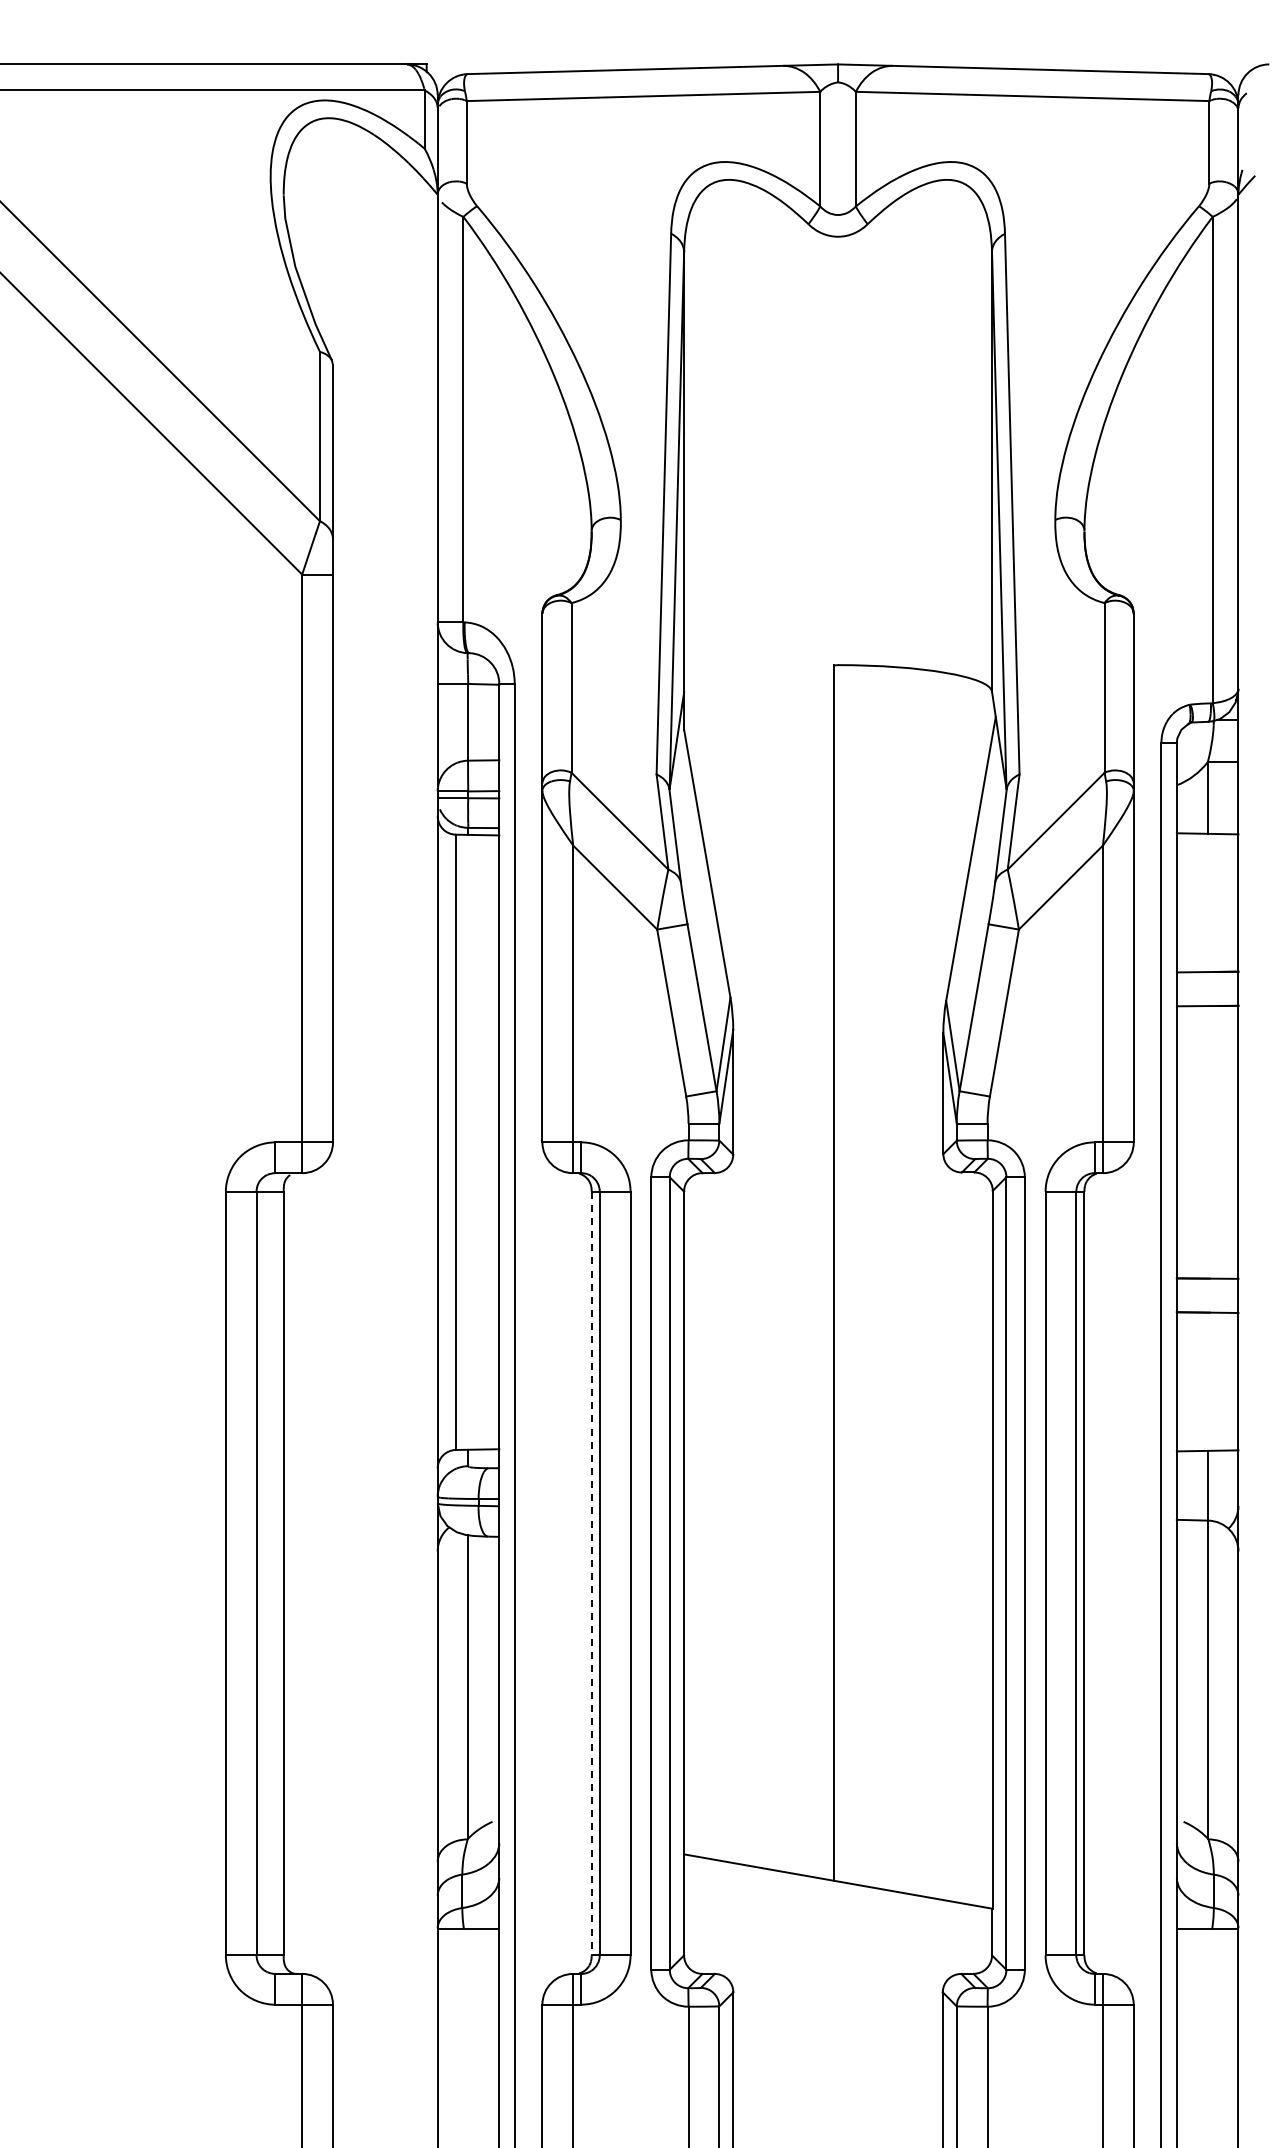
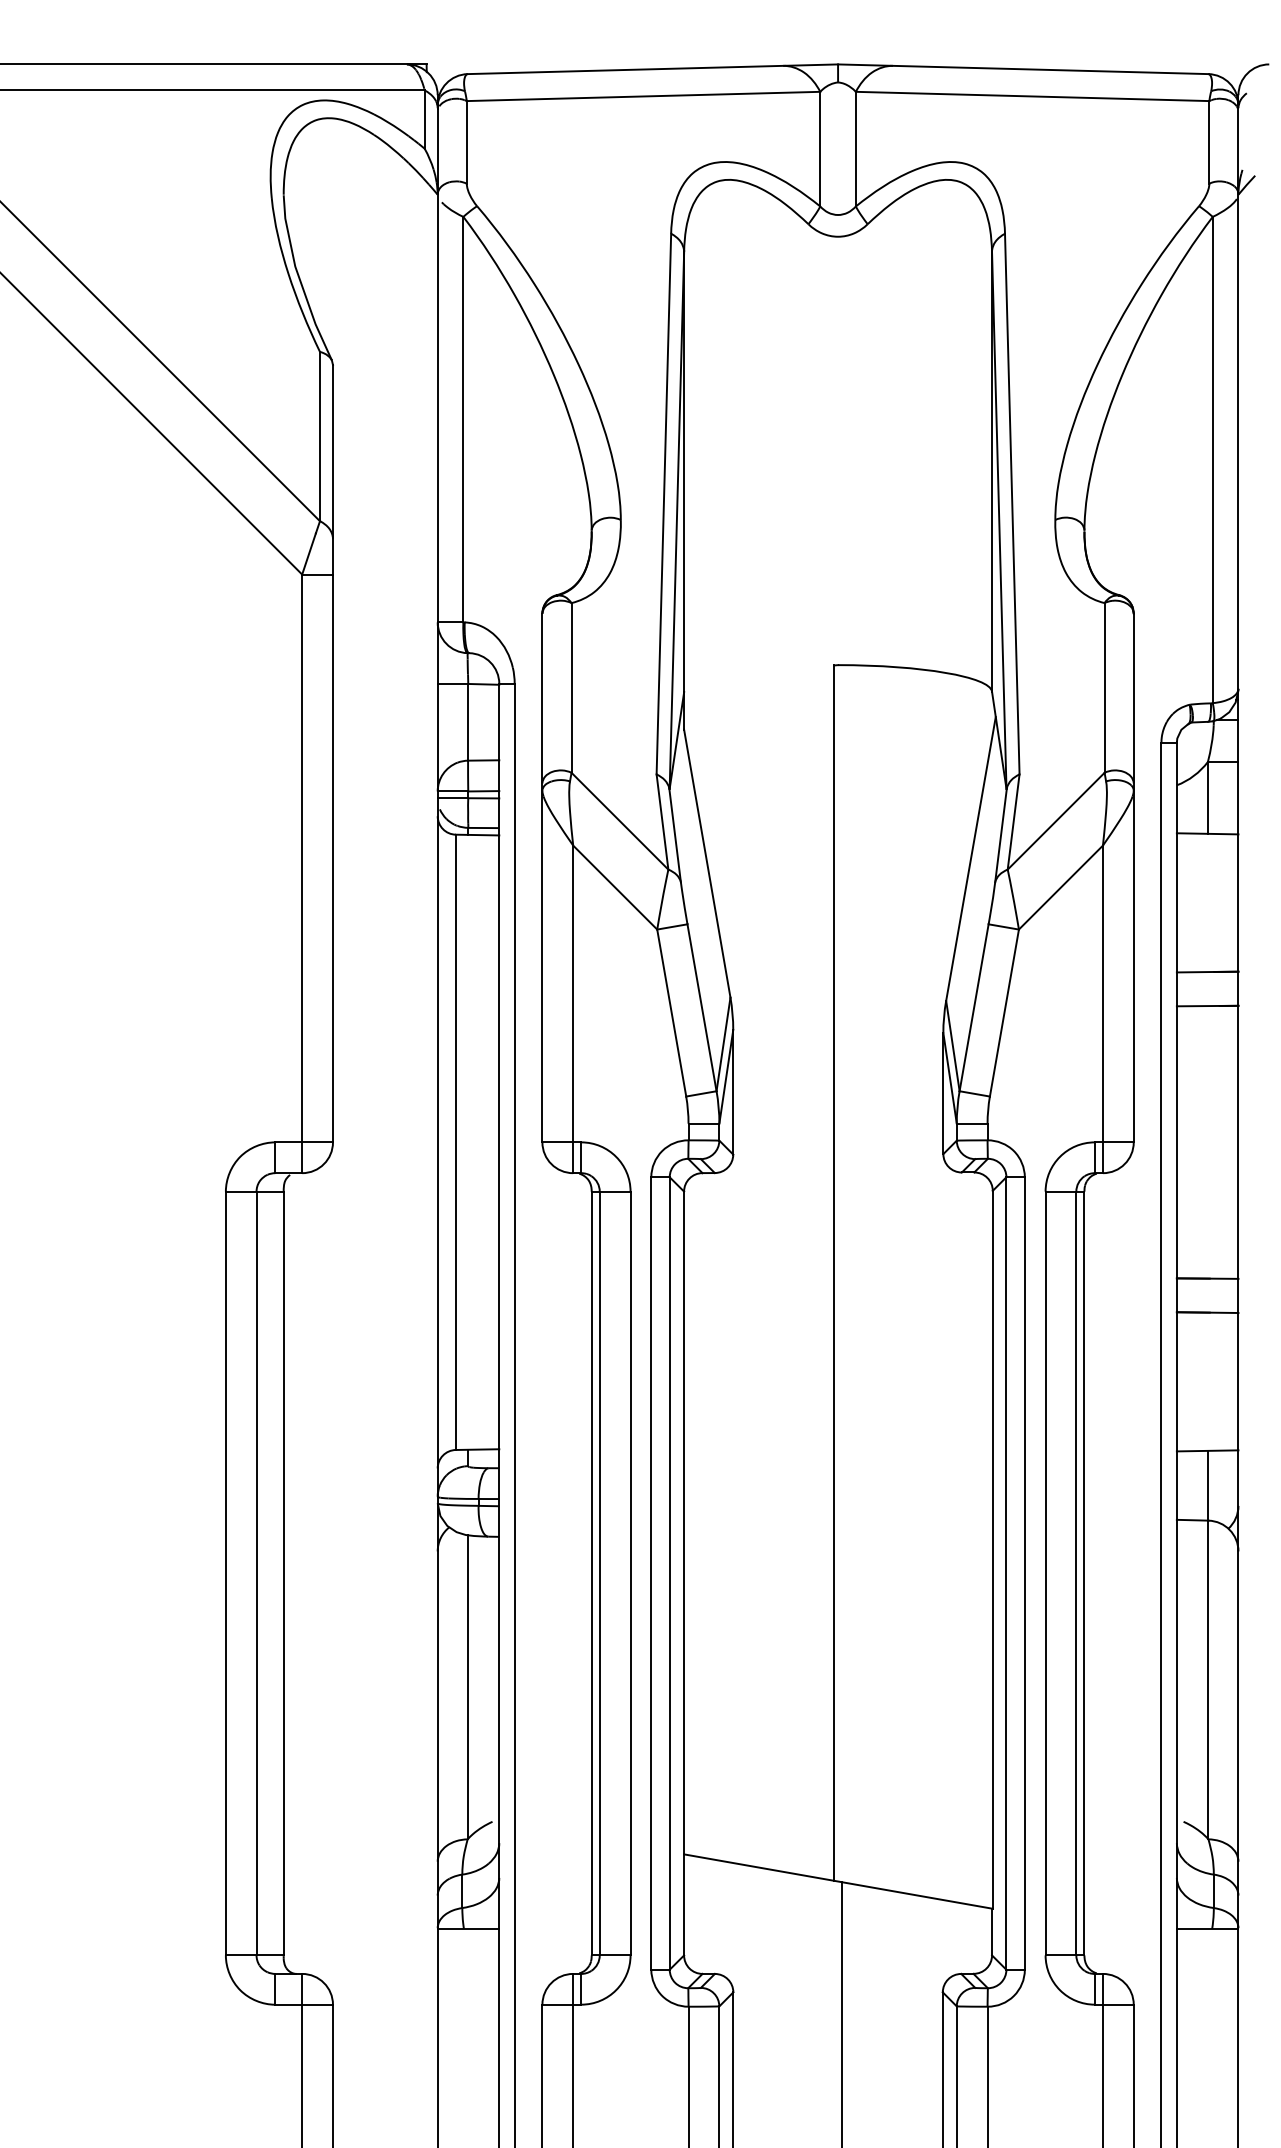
line at (591, 1573): dashed -> solid
line at (842, 2013): none -> present
